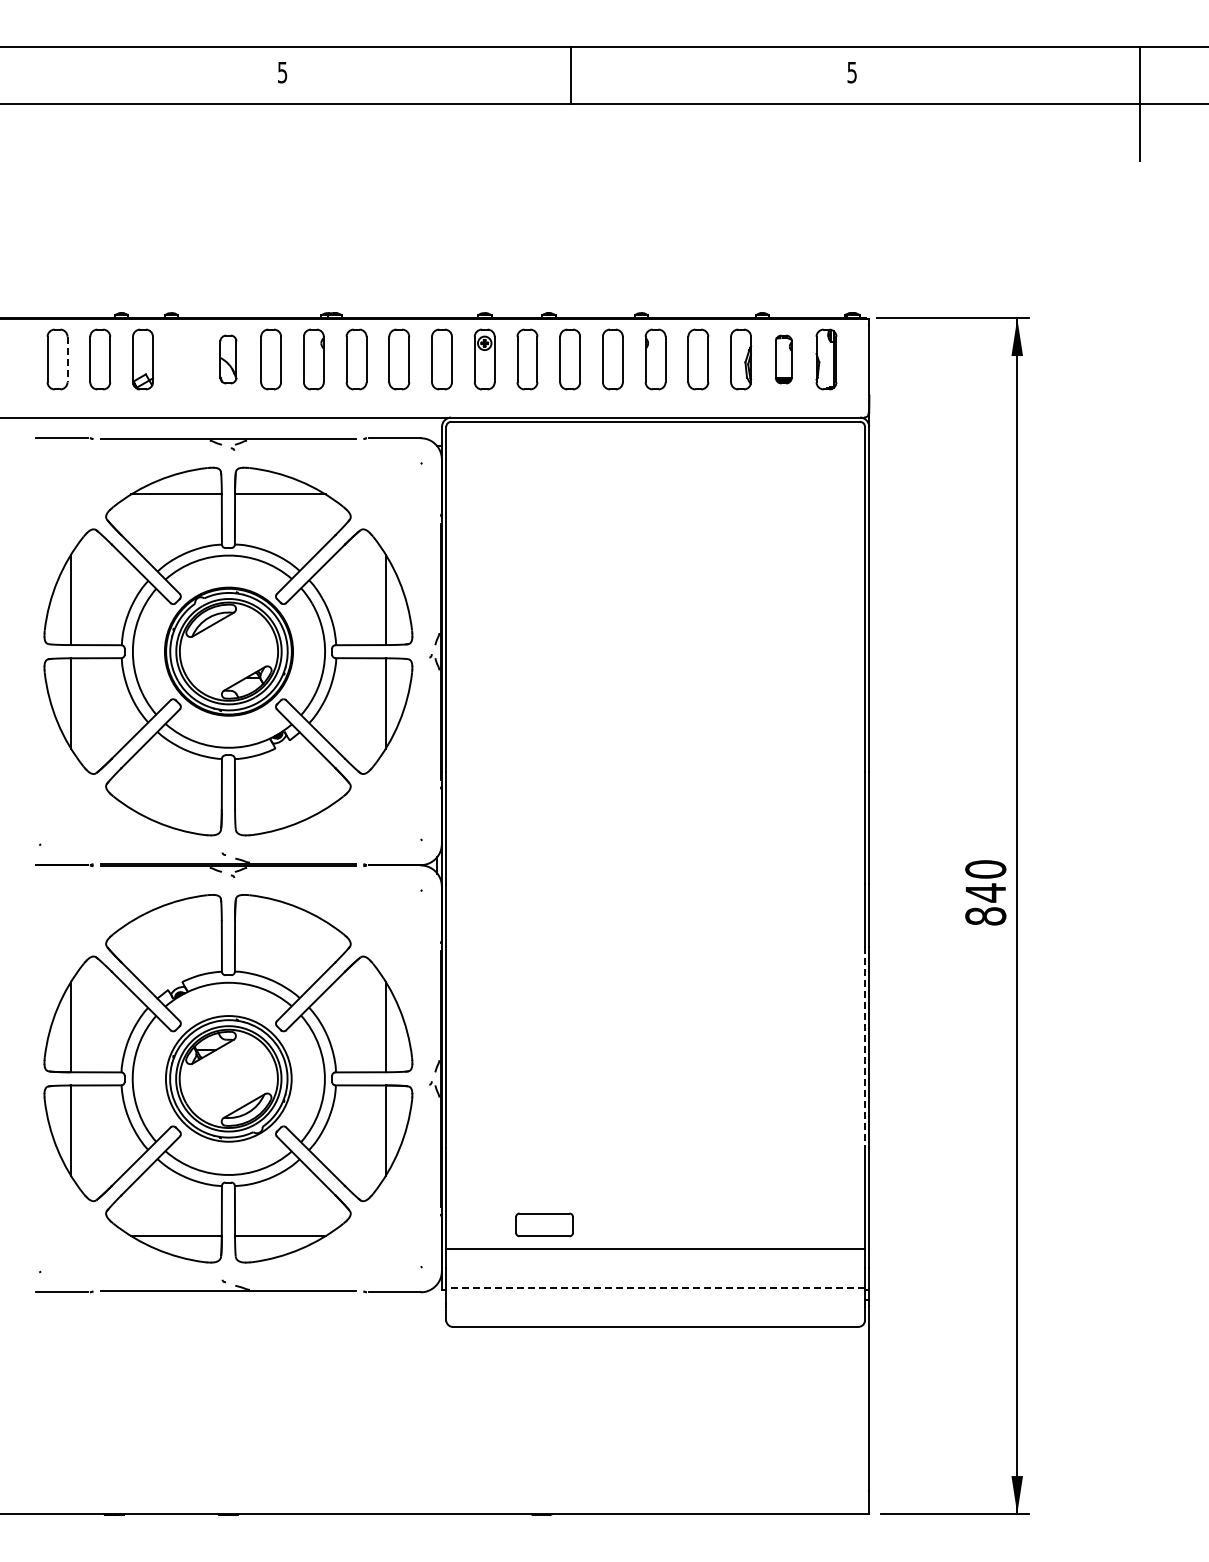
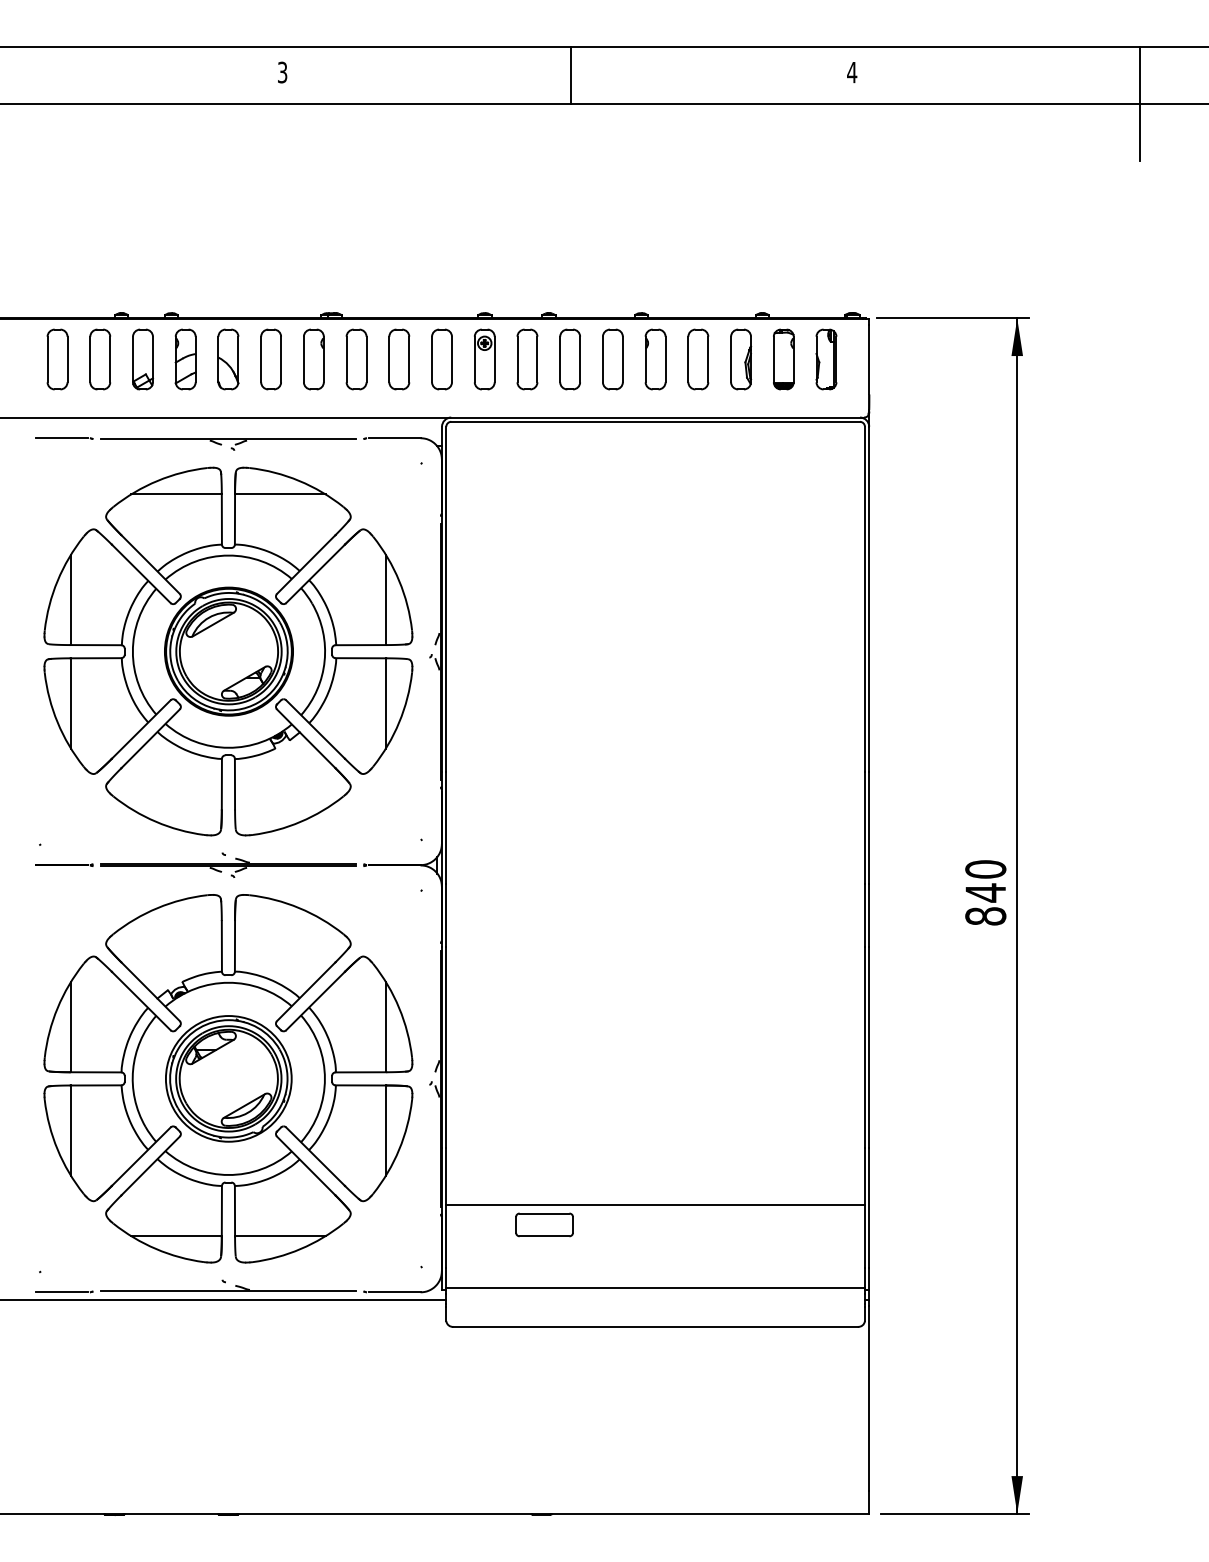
text at (282, 71): 5 -> 3
text at (852, 72): 5 -> 4
line at (67, 359): dashed -> solid
part at (185, 359): none -> present
part at (228, 359) size: 19x51 px -> 23x63 px
part at (783, 359) size: 18x51 px -> 22x63 px
line at (864, 1048): dashed -> solid
line at (655, 1249) position: (655, 1249) -> (655, 1205)
line at (655, 1288): dashed -> solid
line at (224, 1300): none -> present
